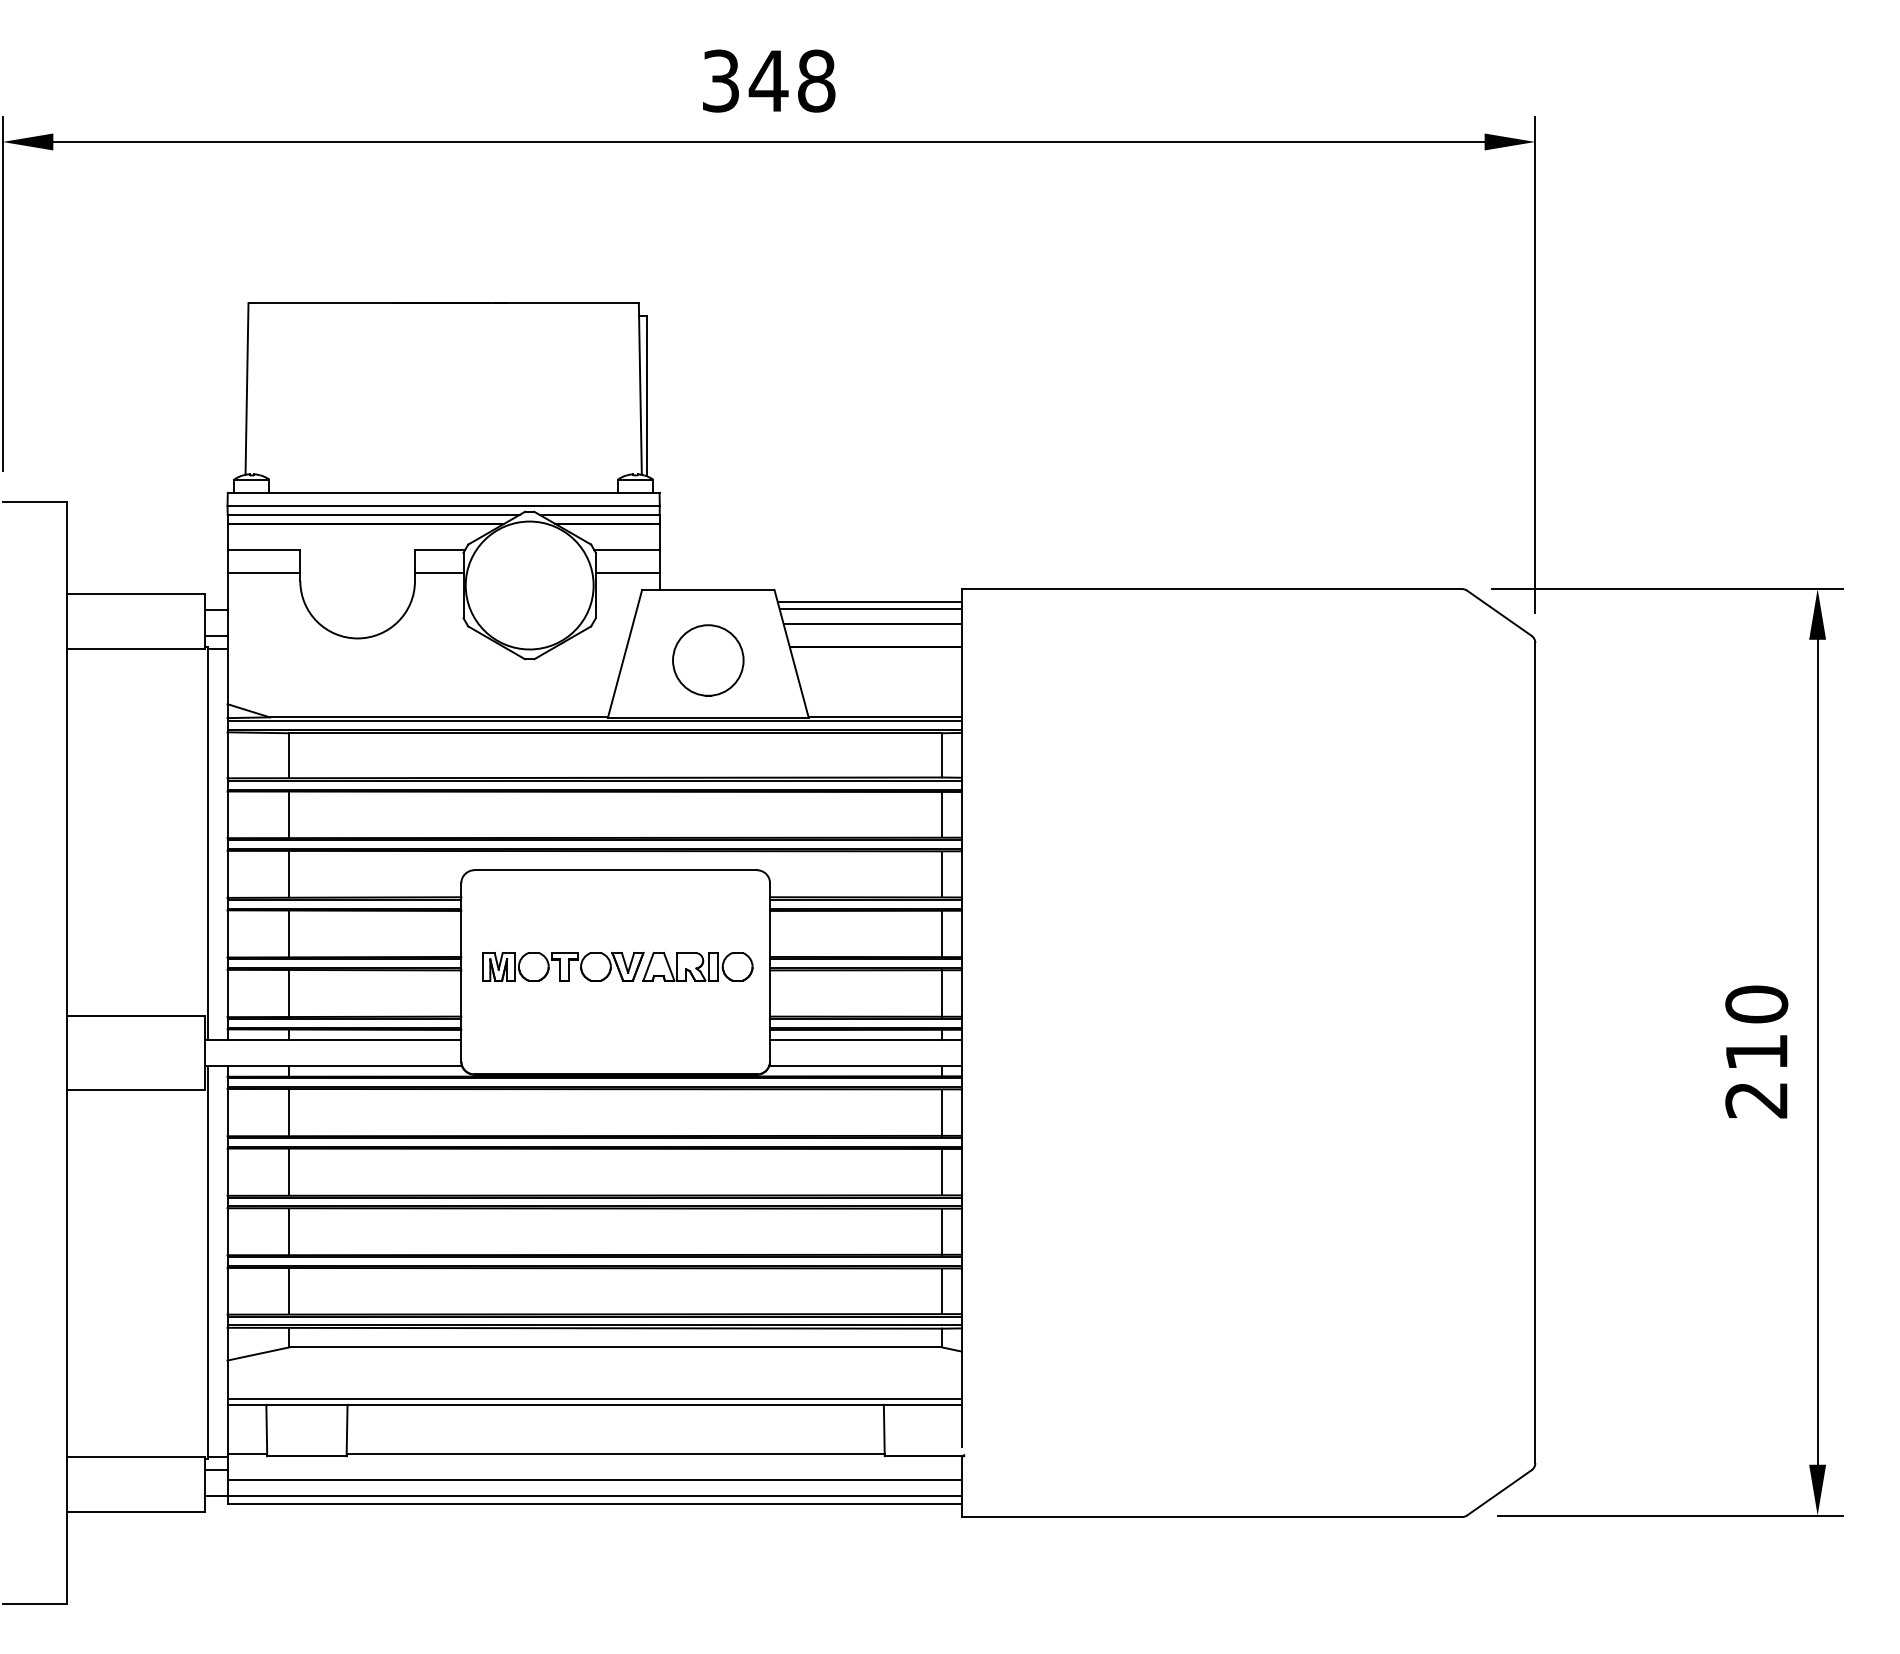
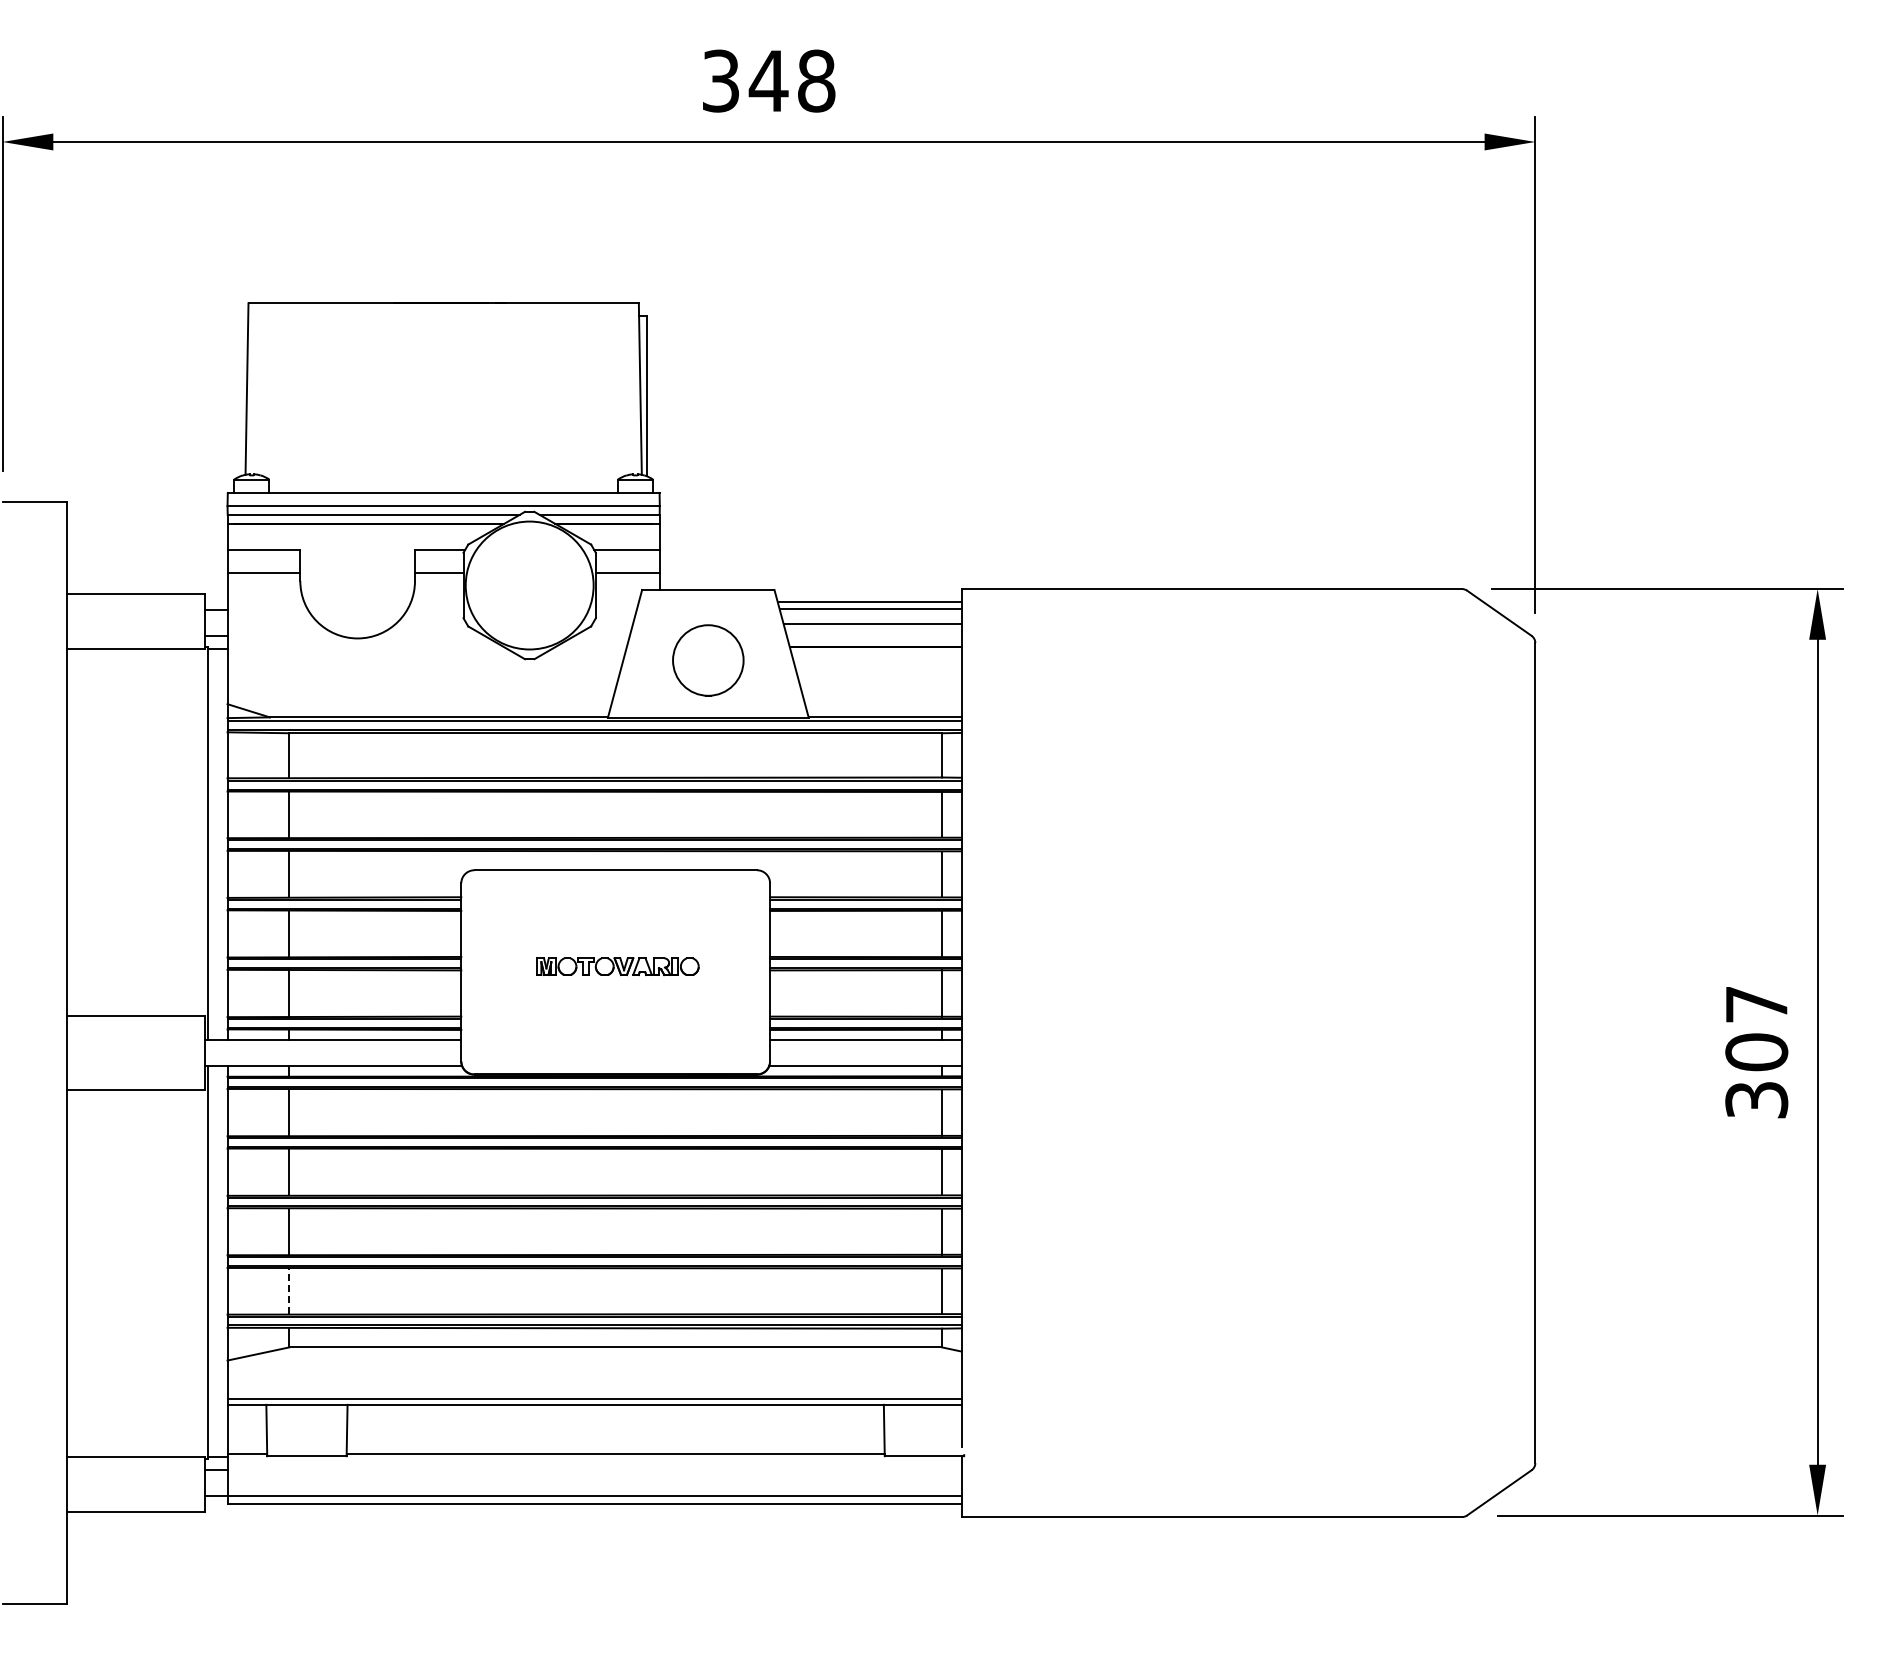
part at (617, 966) size: 272x31 px -> 164x20 px
text at (1756, 1051): 210 -> 307
line at (289, 1291): solid -> dashed
line at (594, 1480): present -> none
